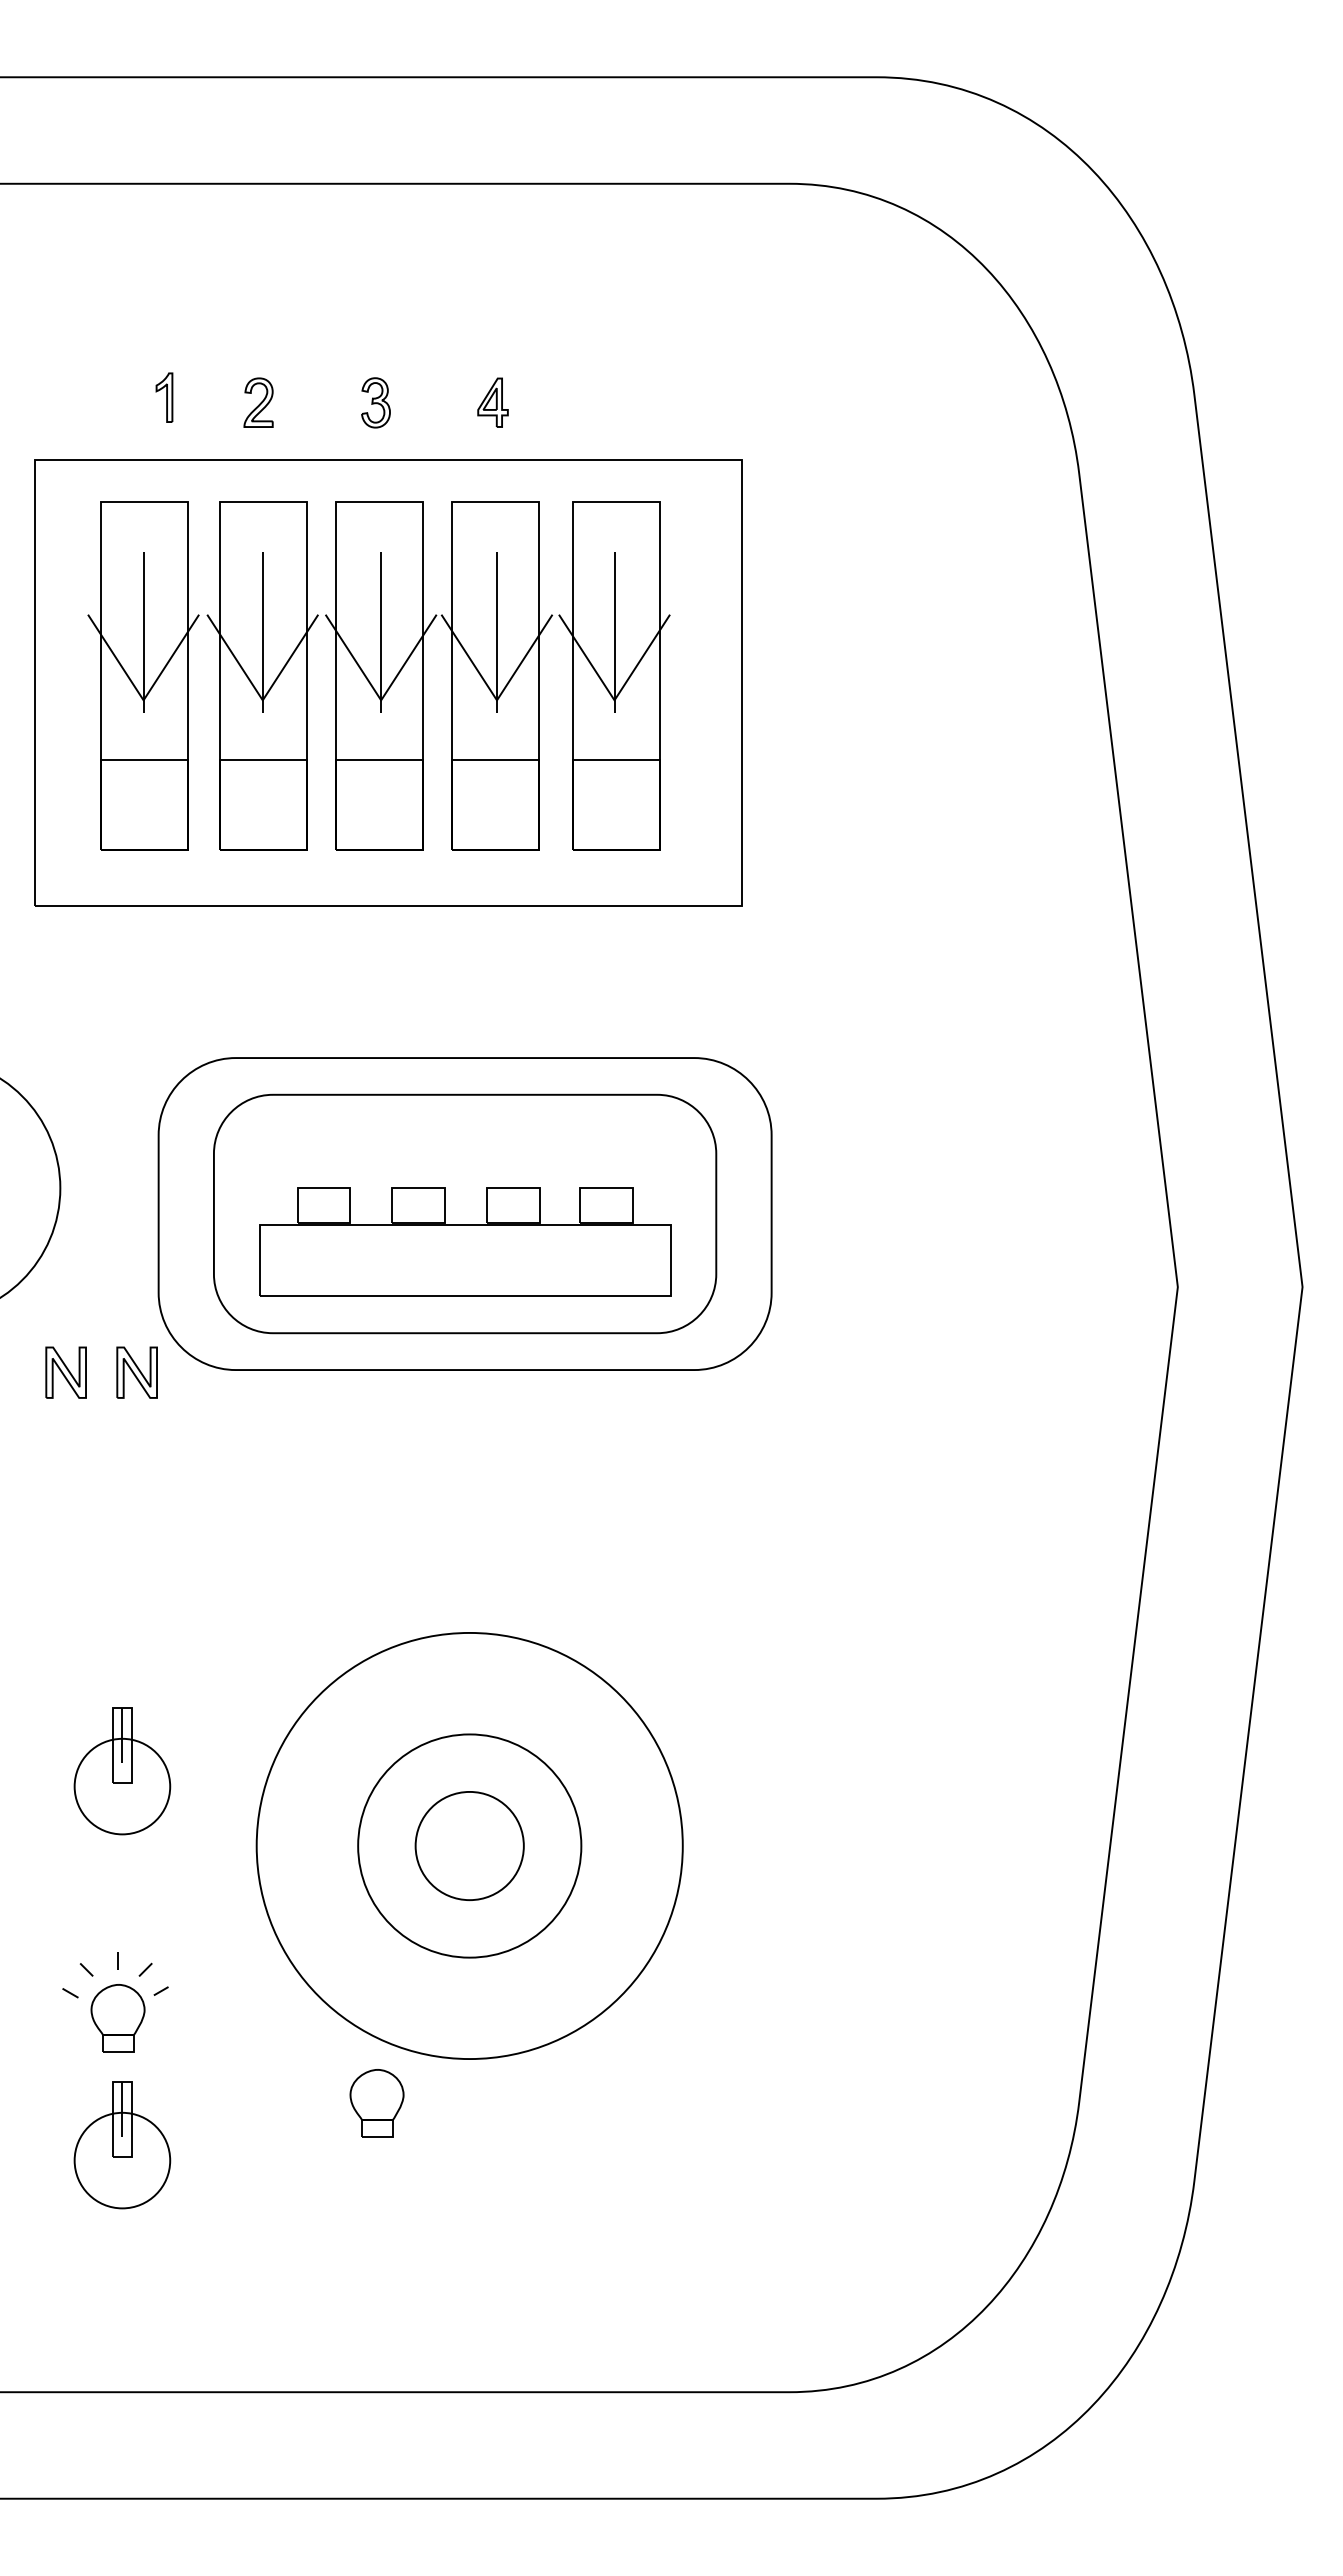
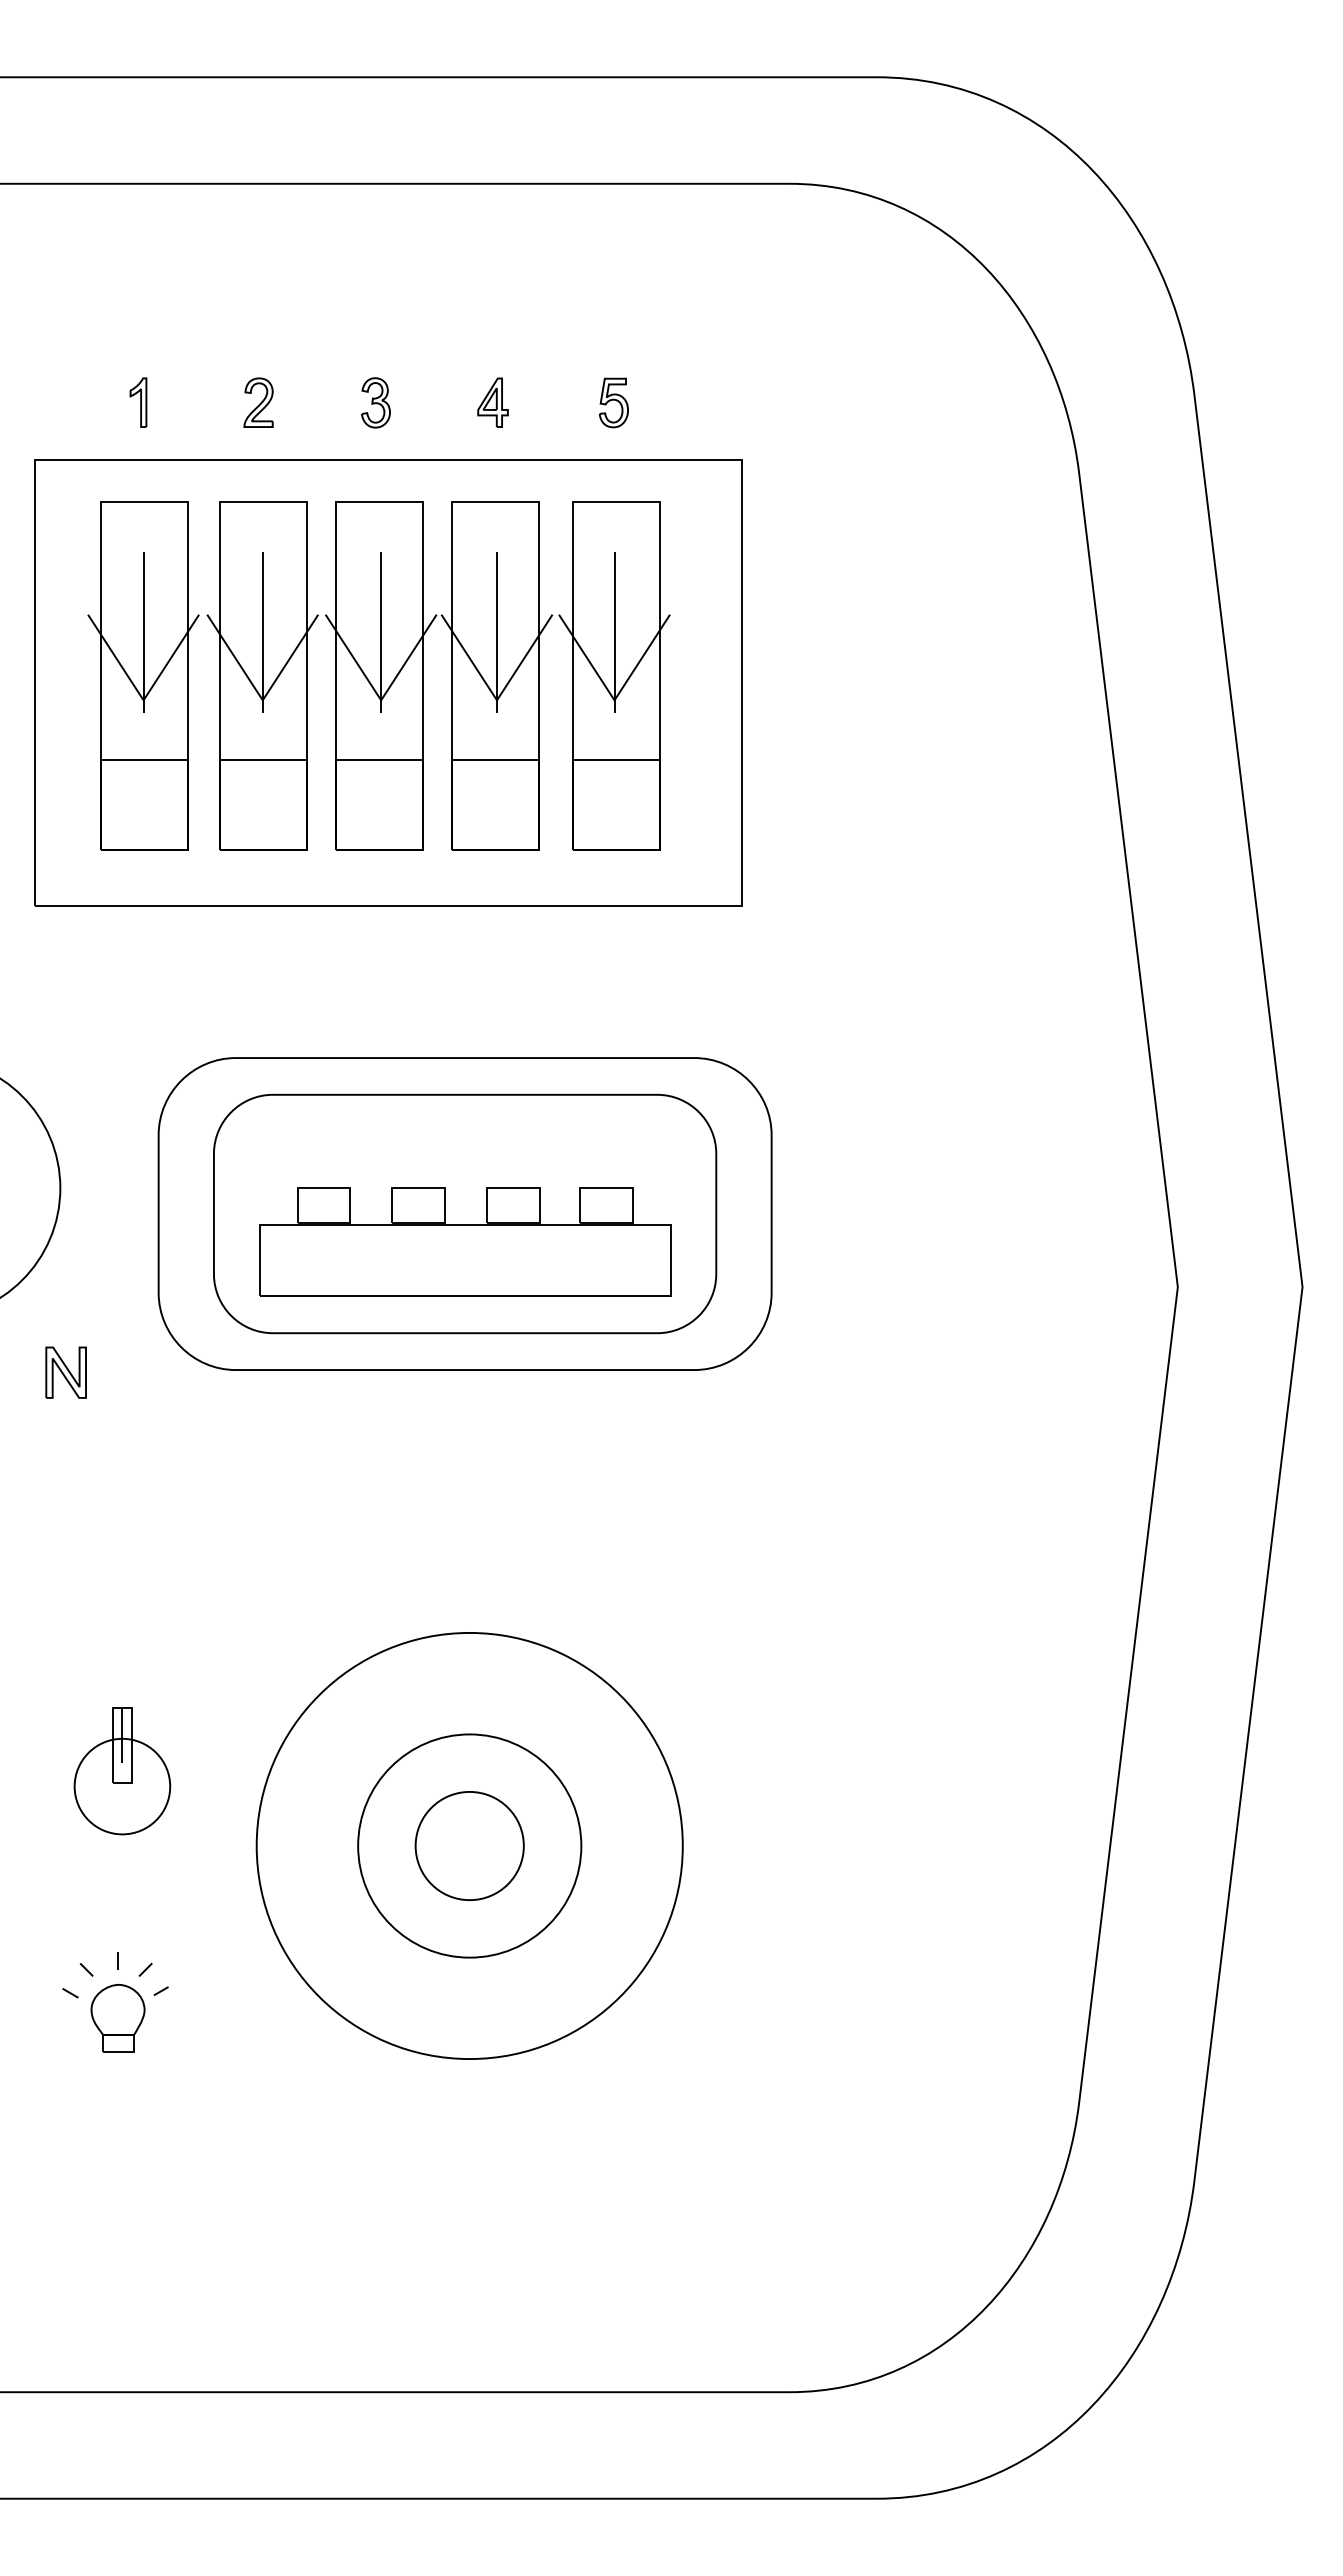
part at (164, 397) position: (164, 397) -> (138, 402)
part at (613, 402): none -> present
part at (136, 1372): present -> none
part at (376, 2103): present -> none
part at (122, 2145): present -> none
